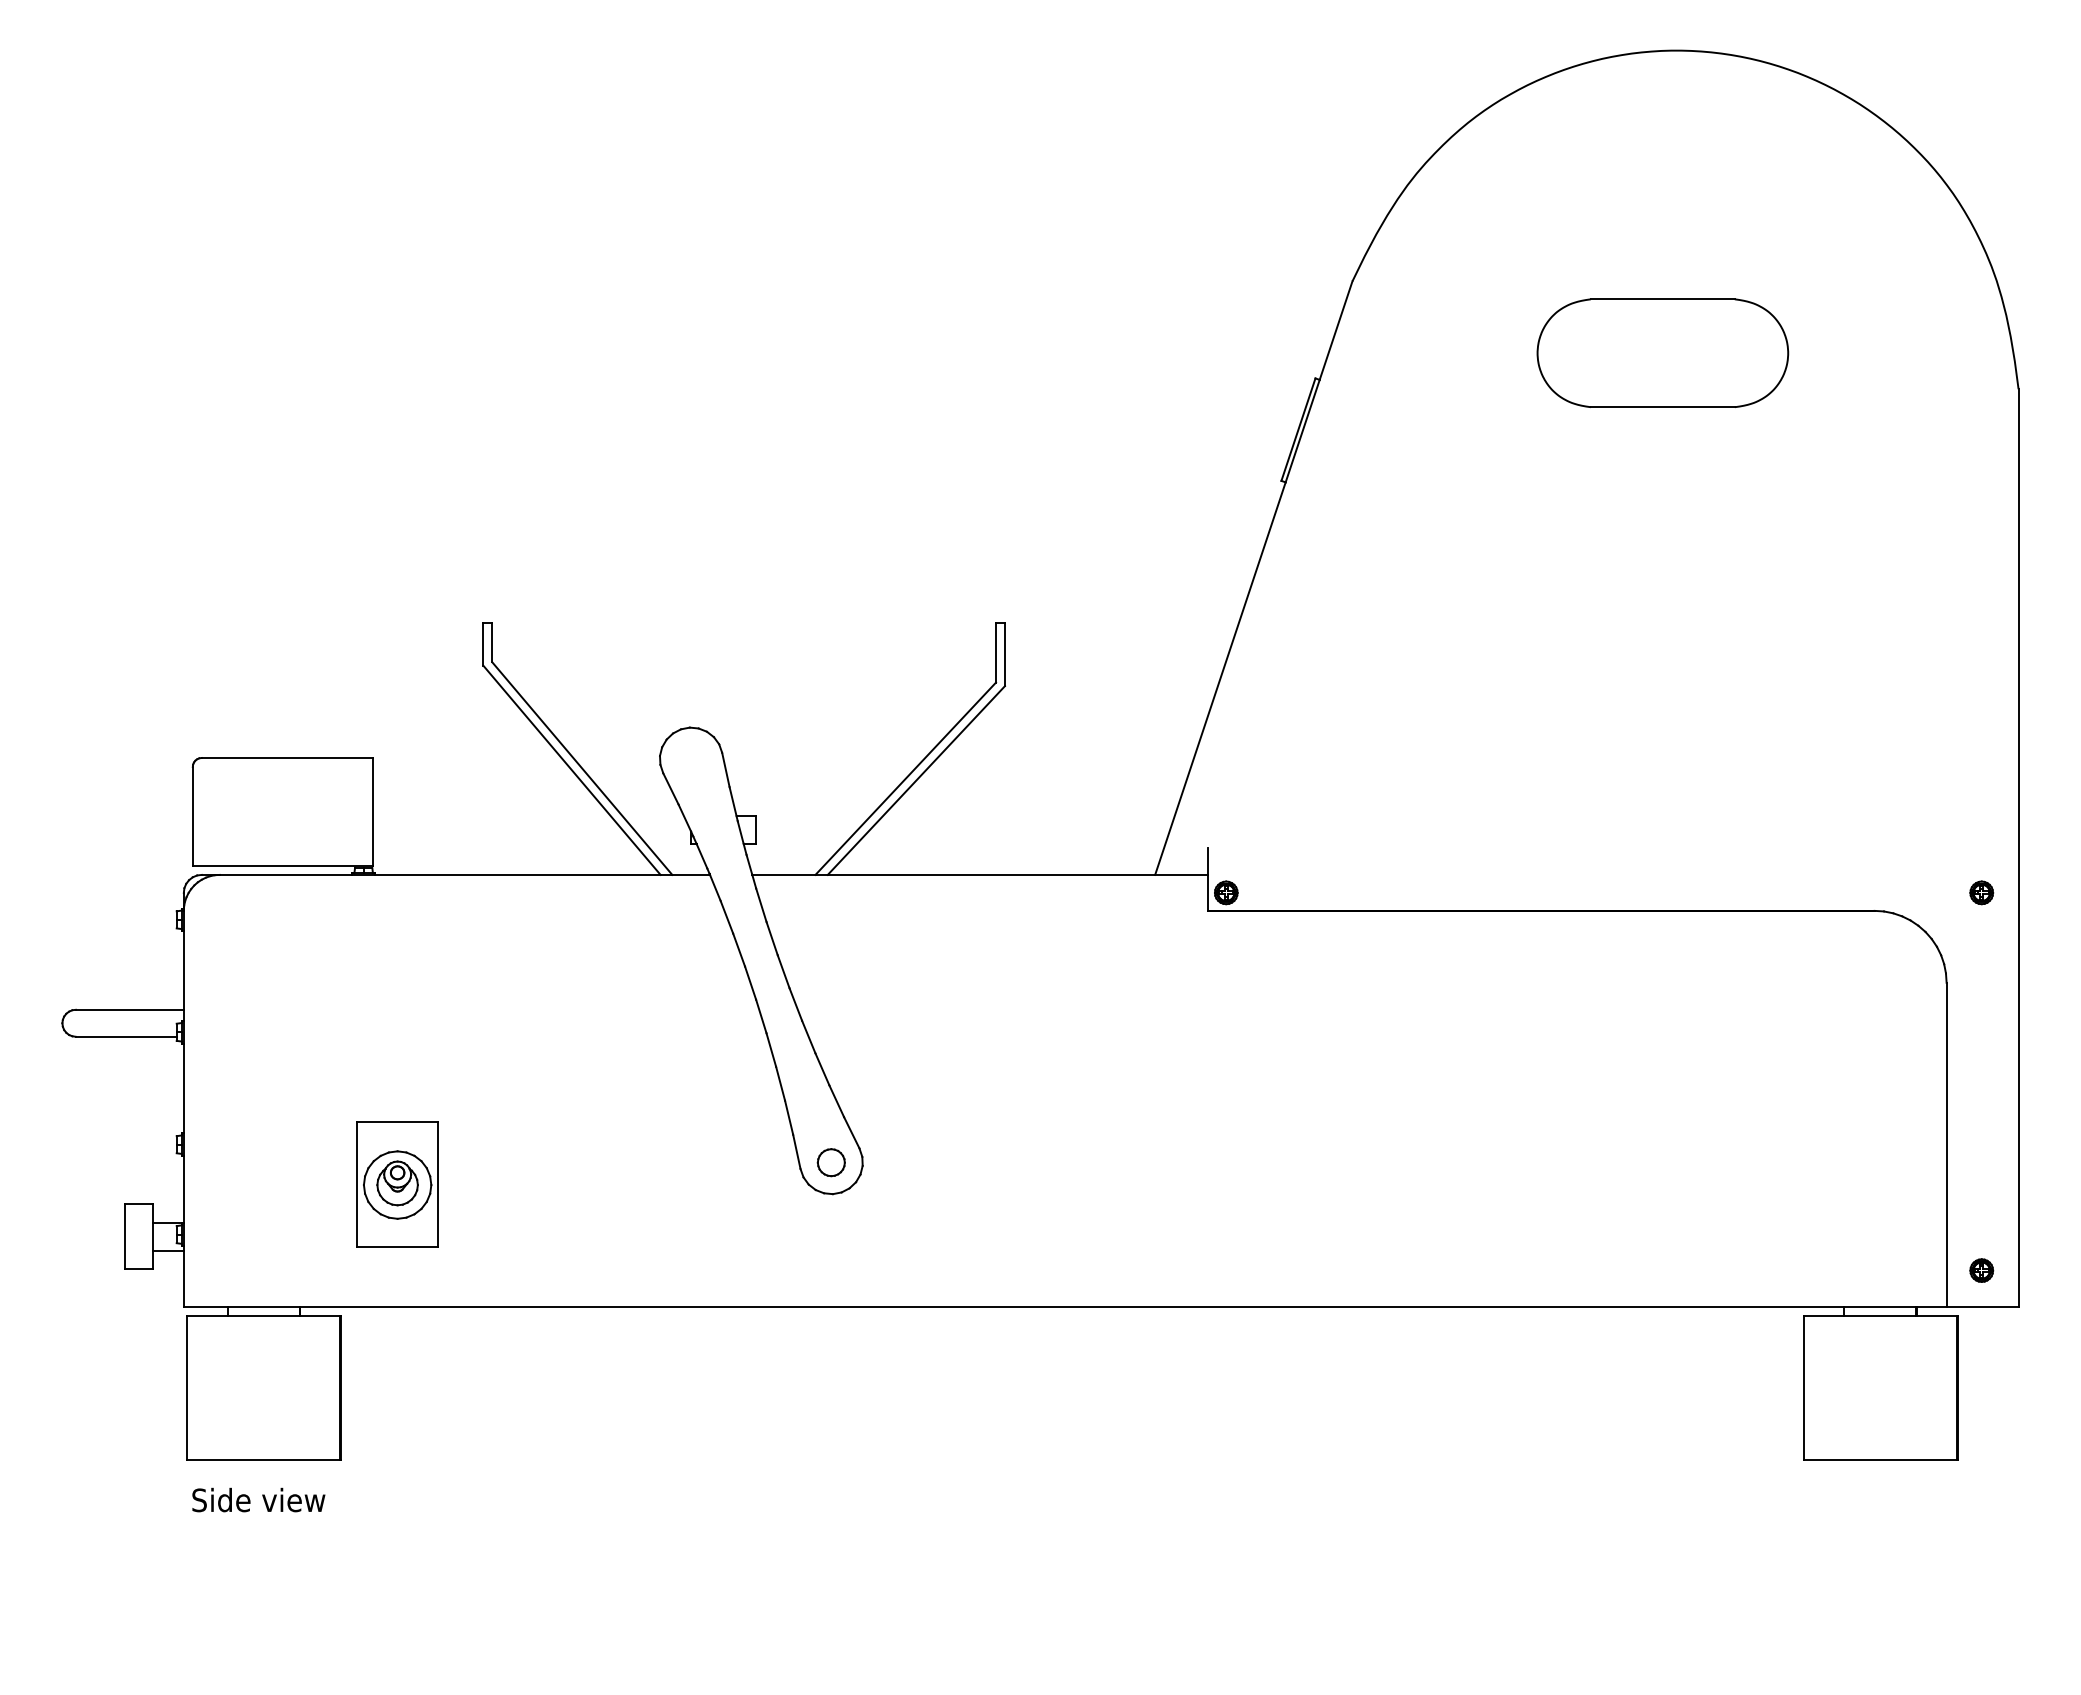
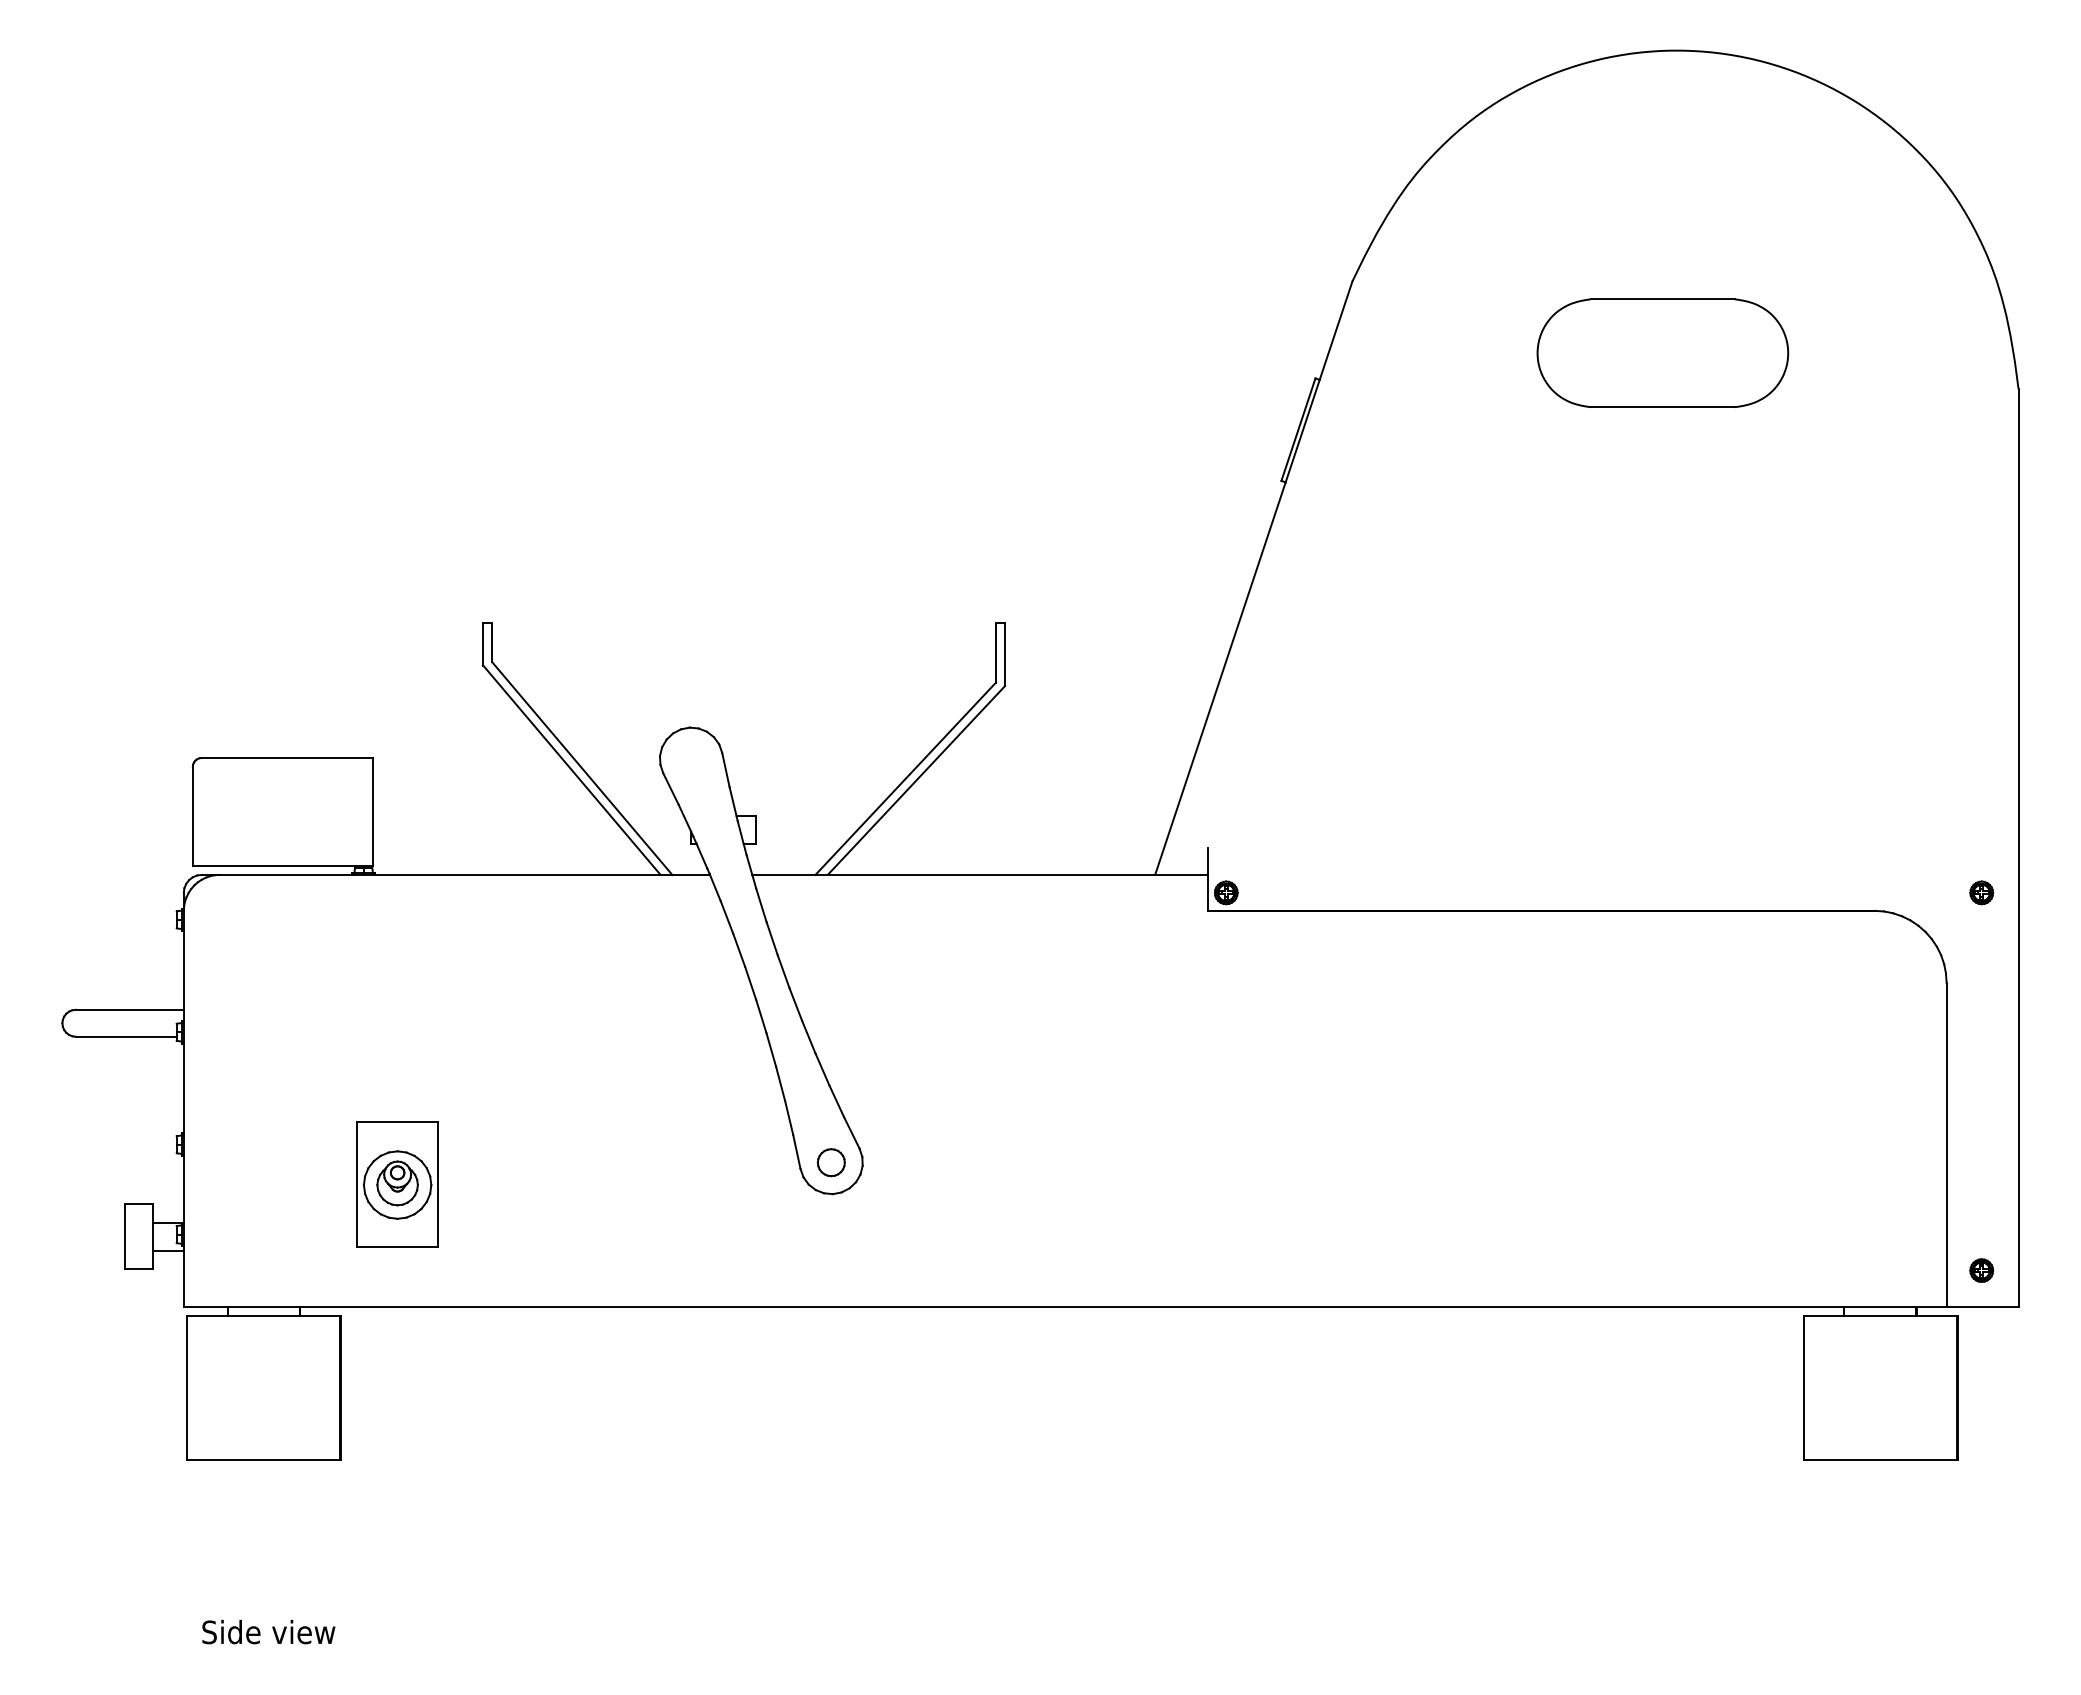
text at (258, 1499) position: (258, 1499) -> (268, 1631)
